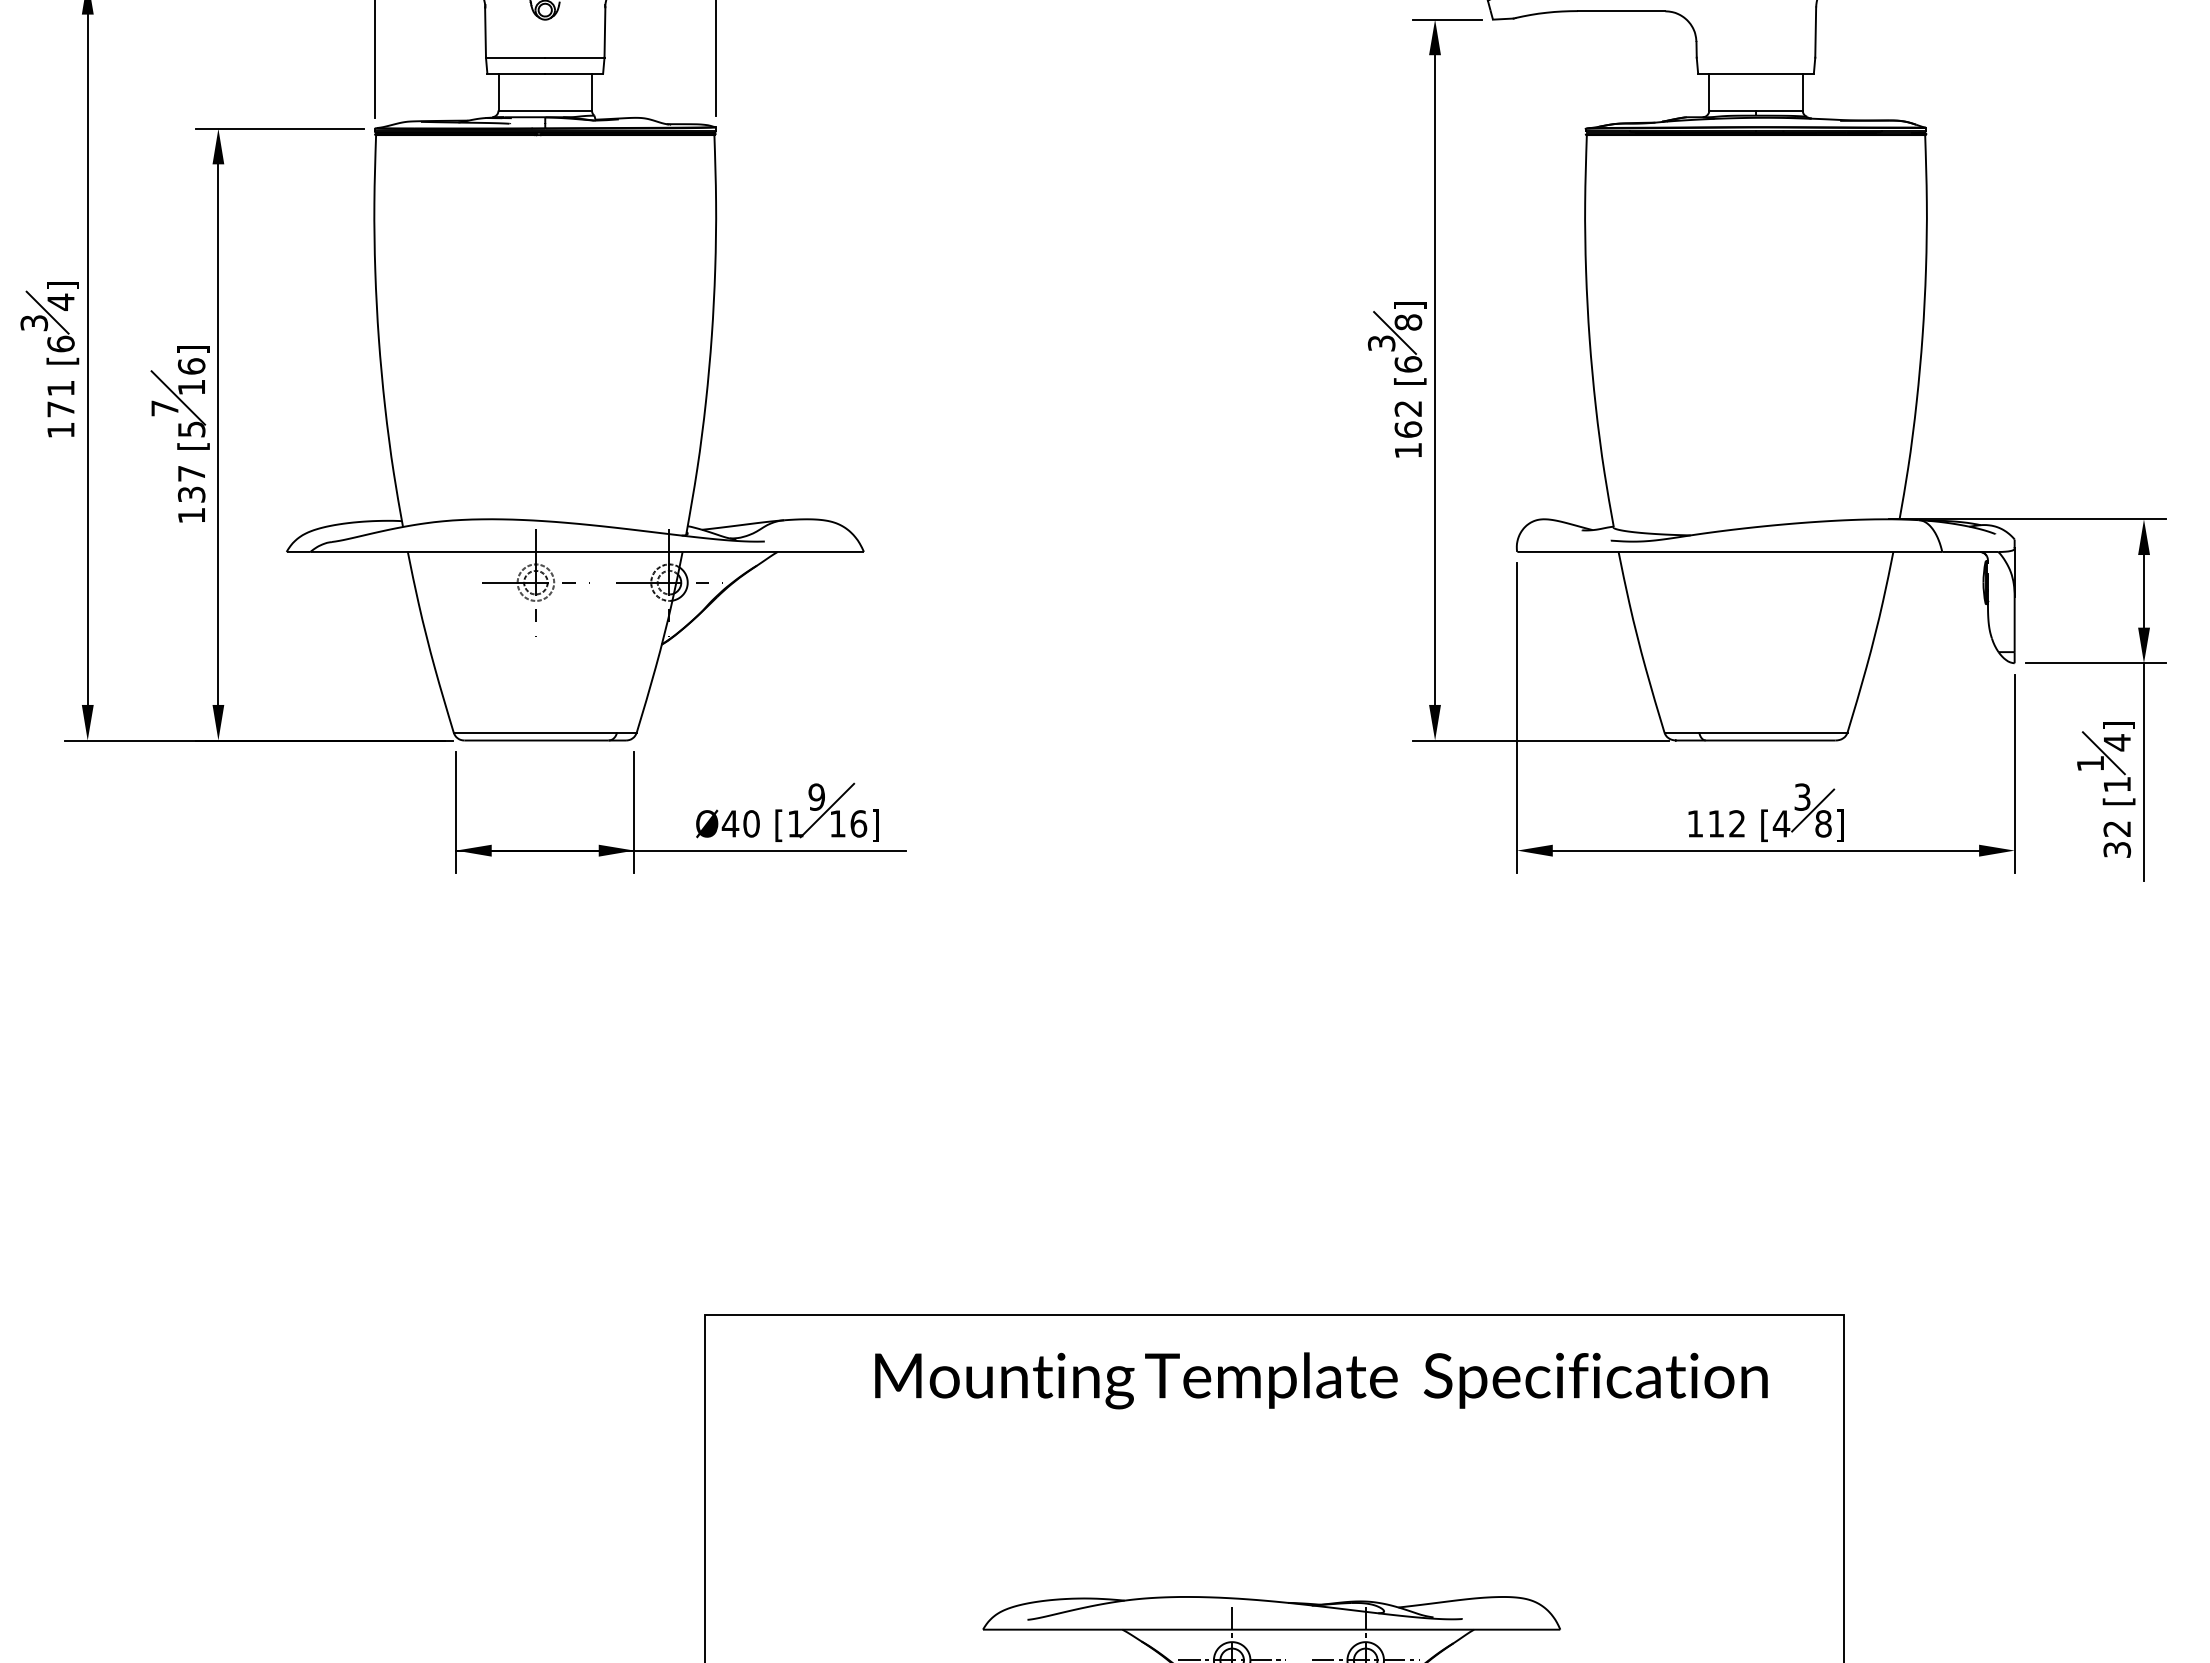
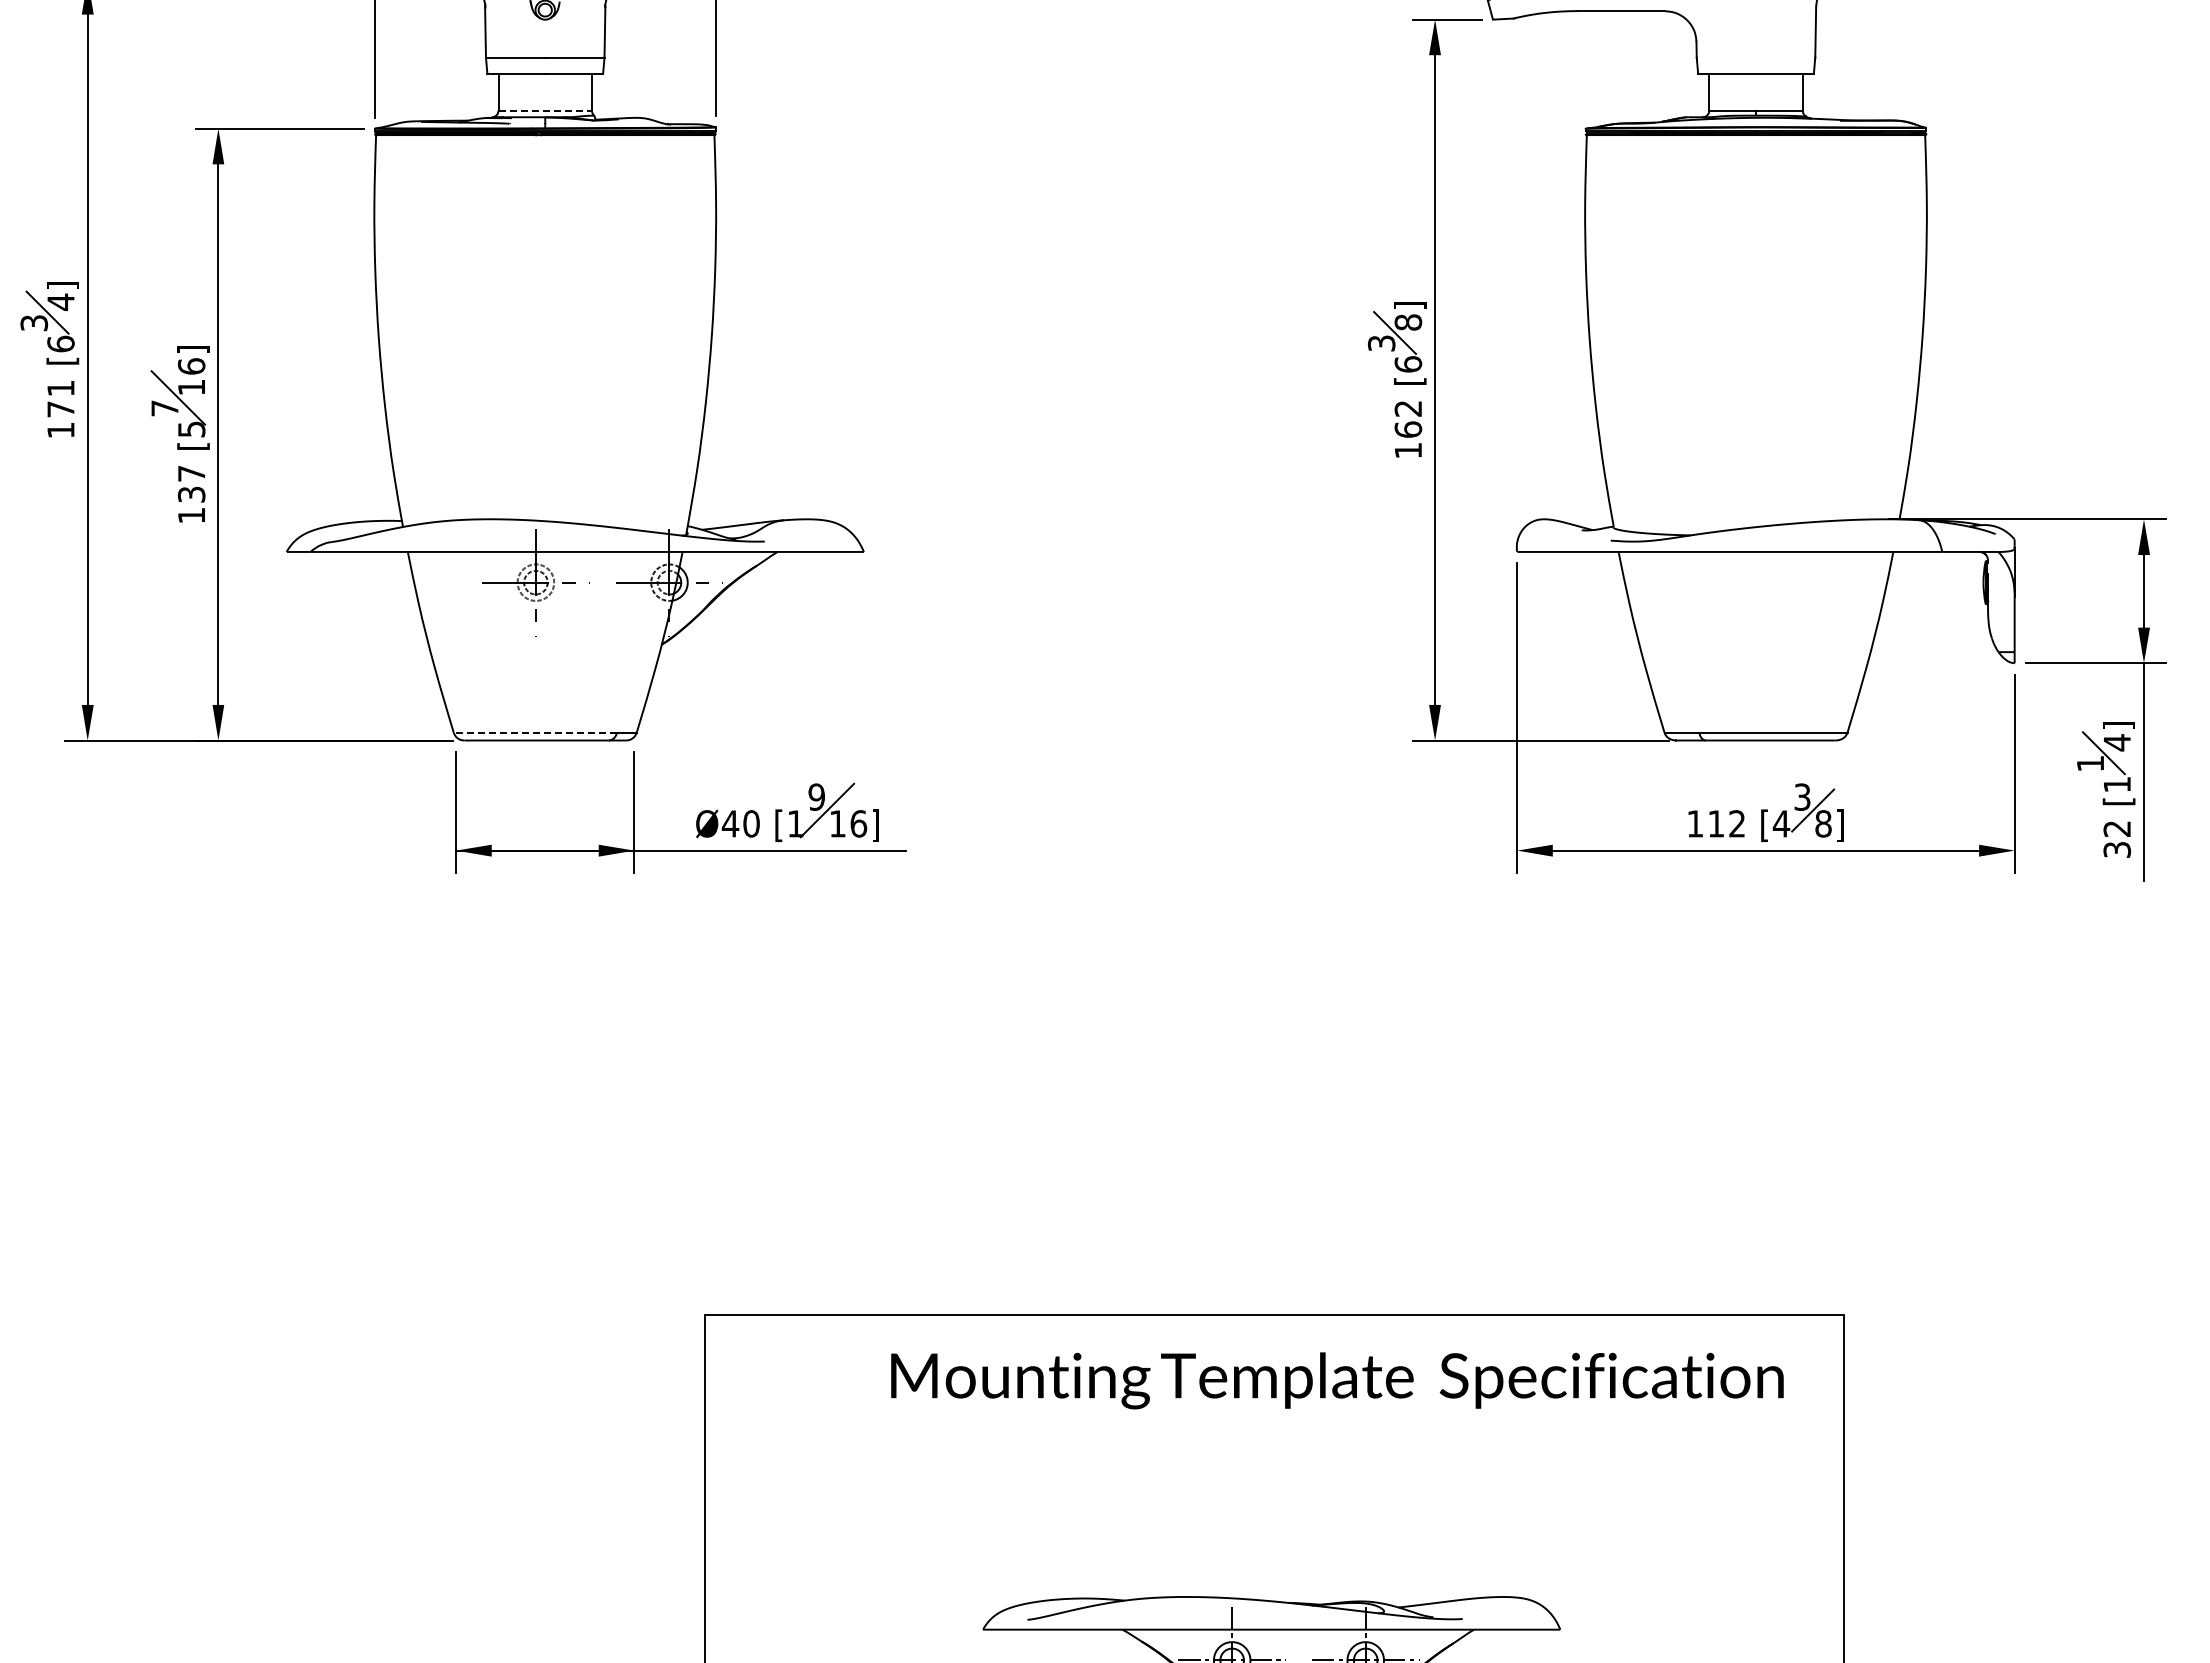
line at (545, 110): solid -> dashed
line at (535, 732): solid -> dashed
text at (1321, 1380) position: (1321, 1380) -> (1337, 1380)
